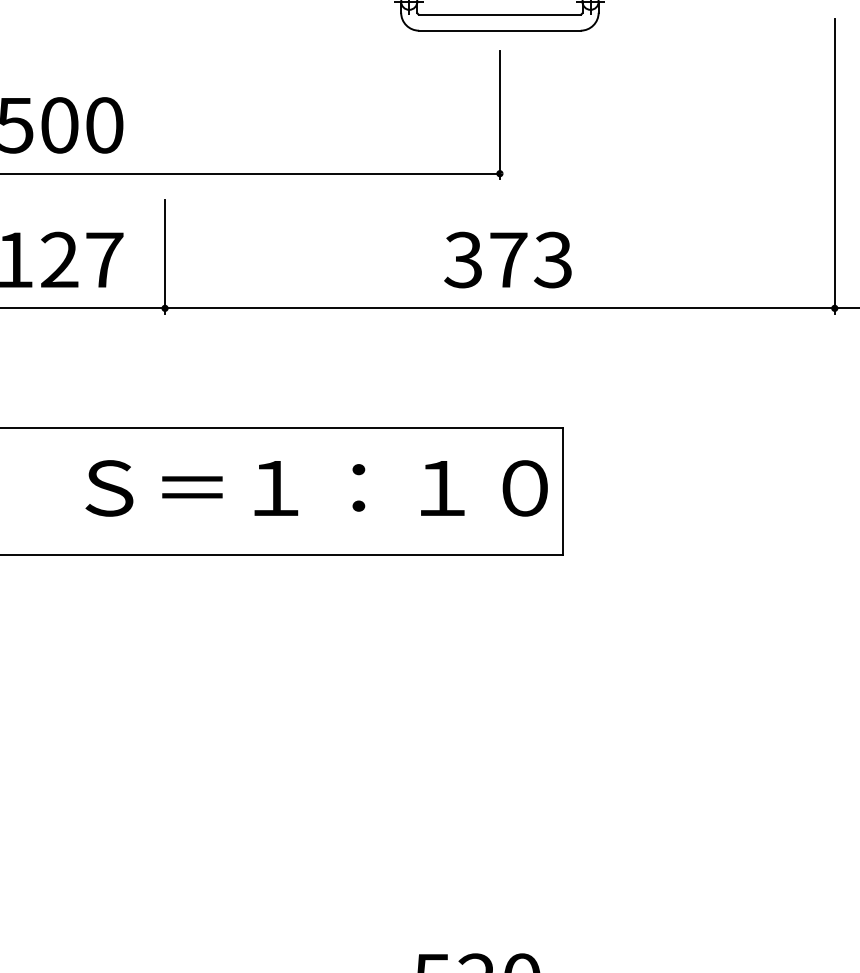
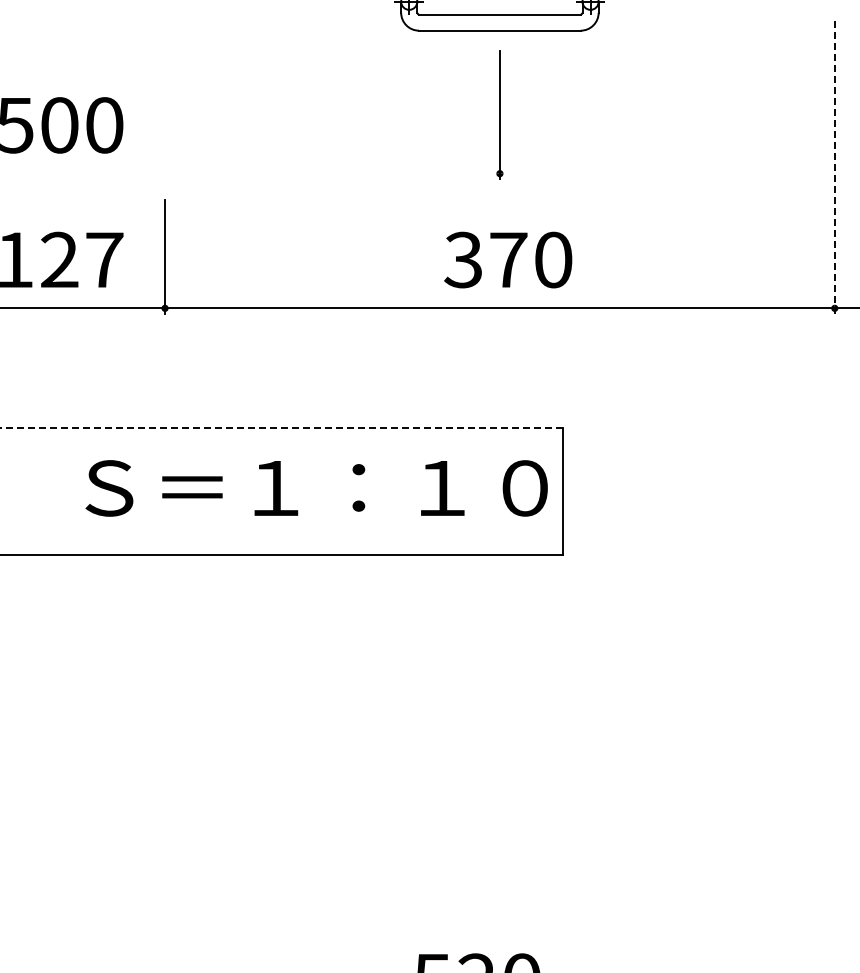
line at (834, 165): solid -> dashed
line at (250, 173): present -> none
text at (553, 259): 373 -> 370
line at (281, 428): solid -> dashed
